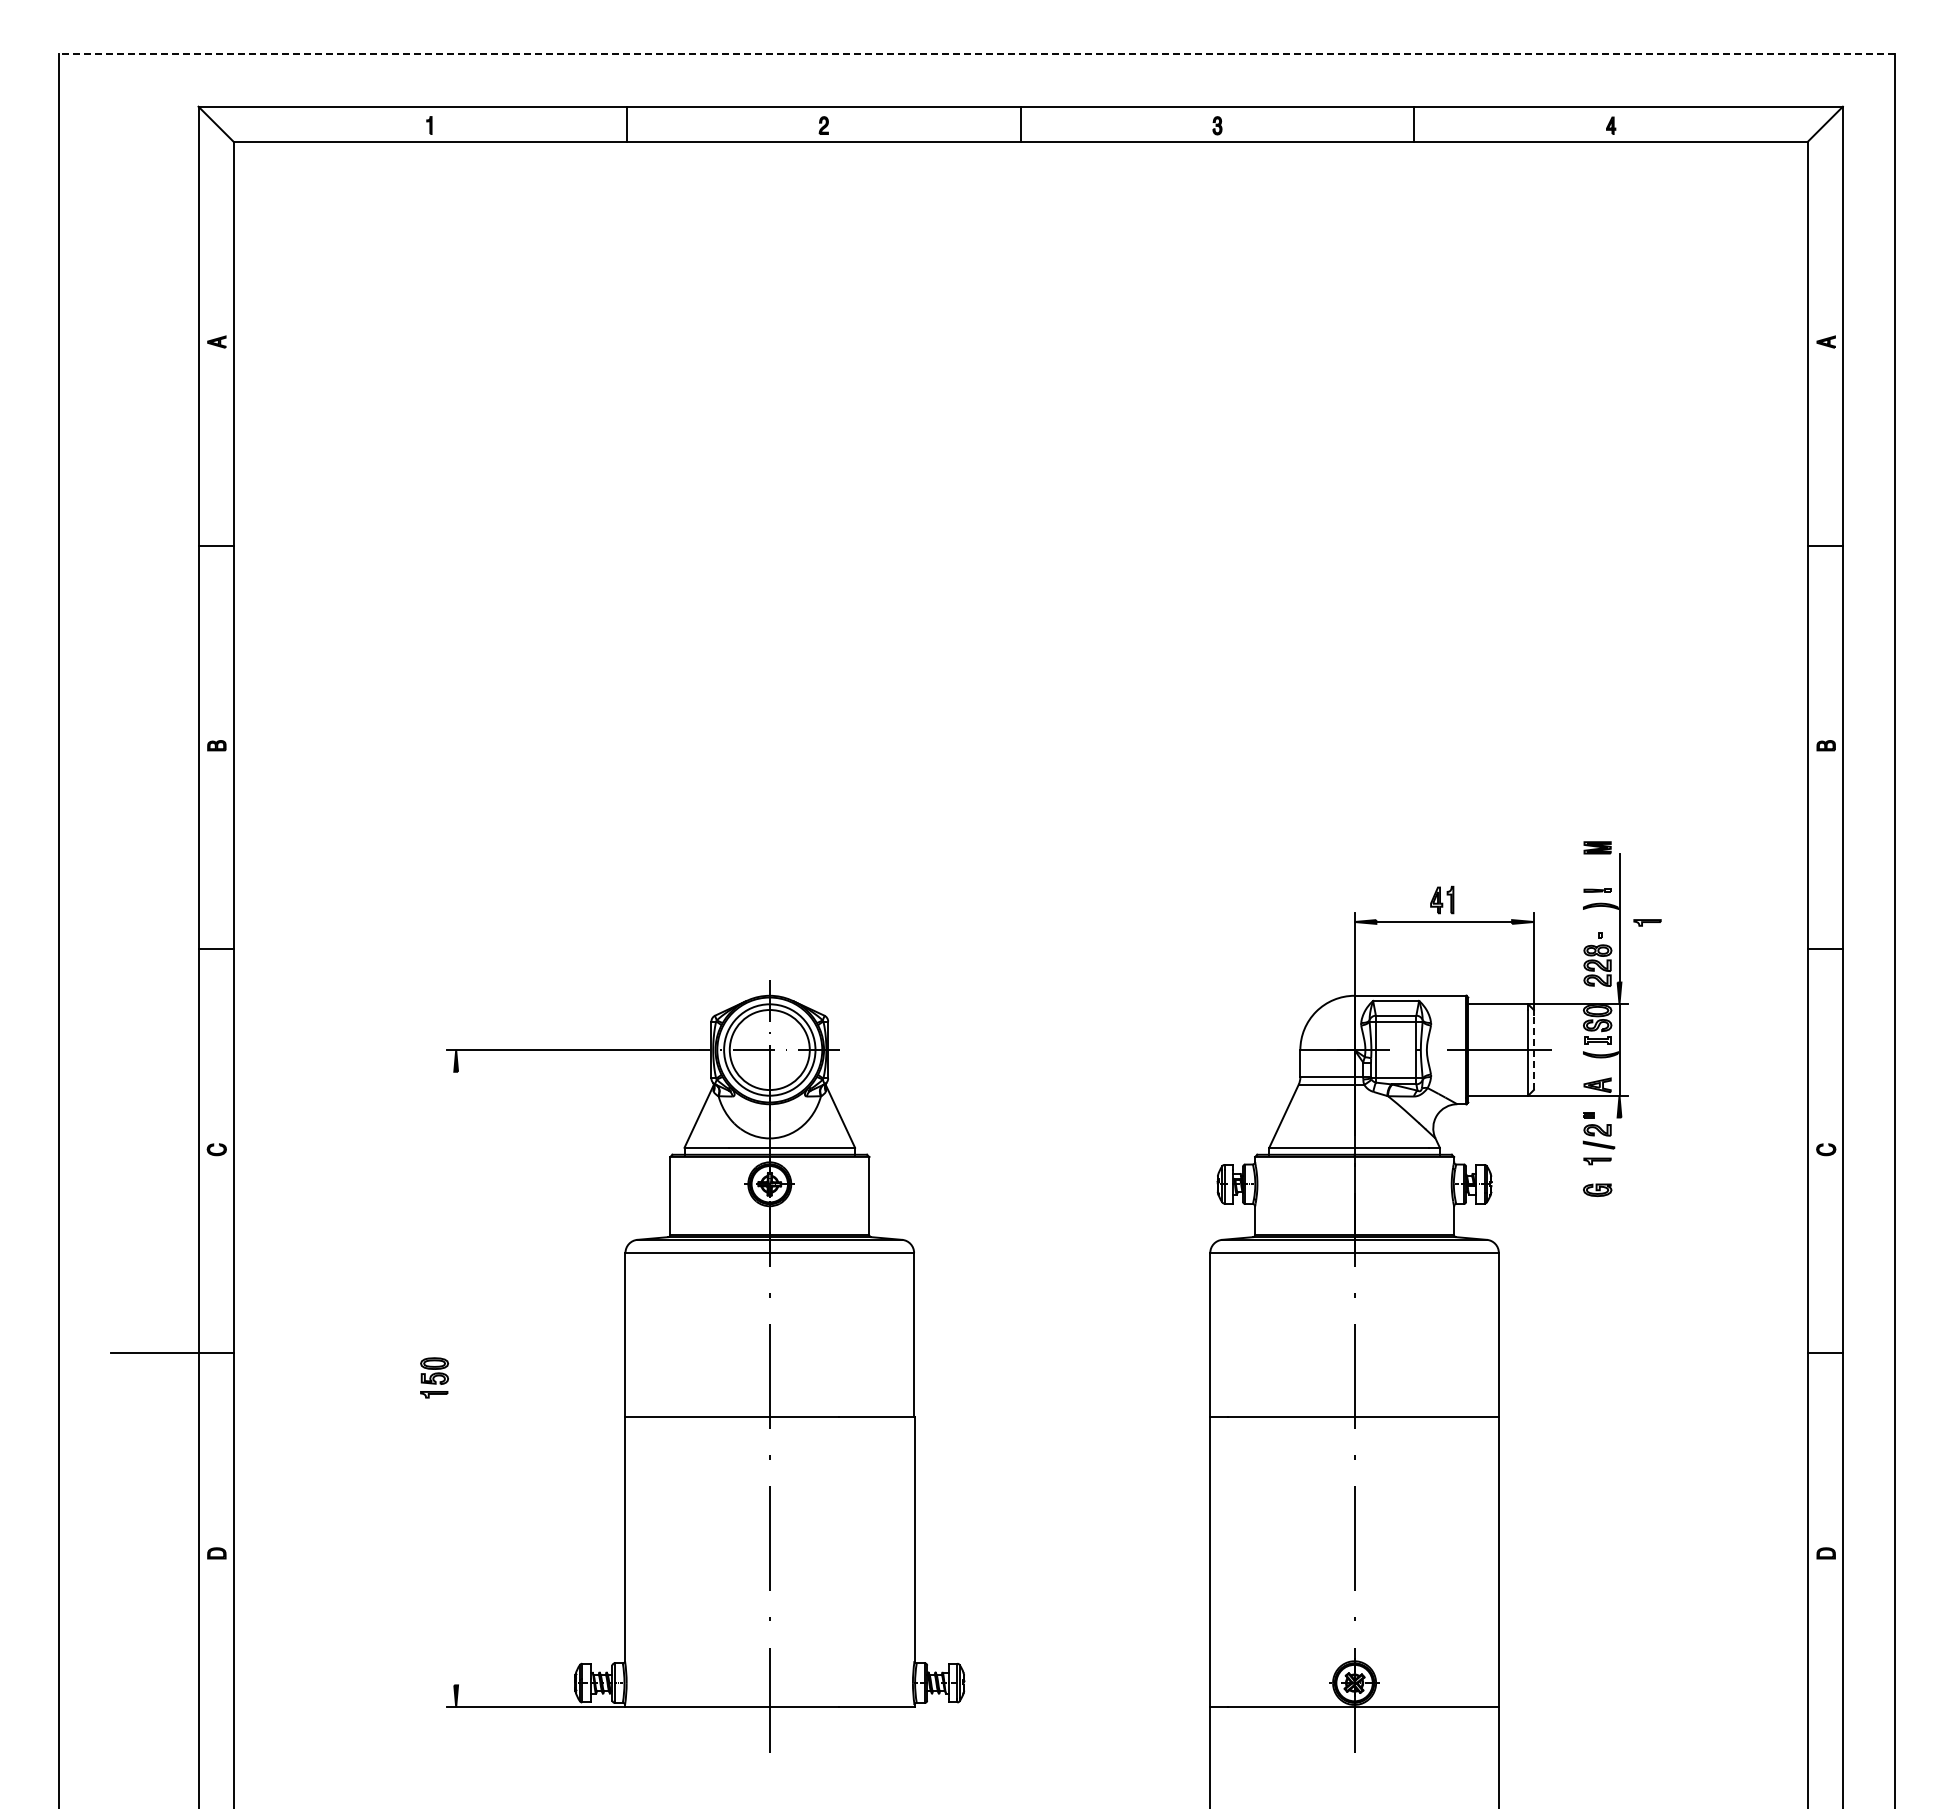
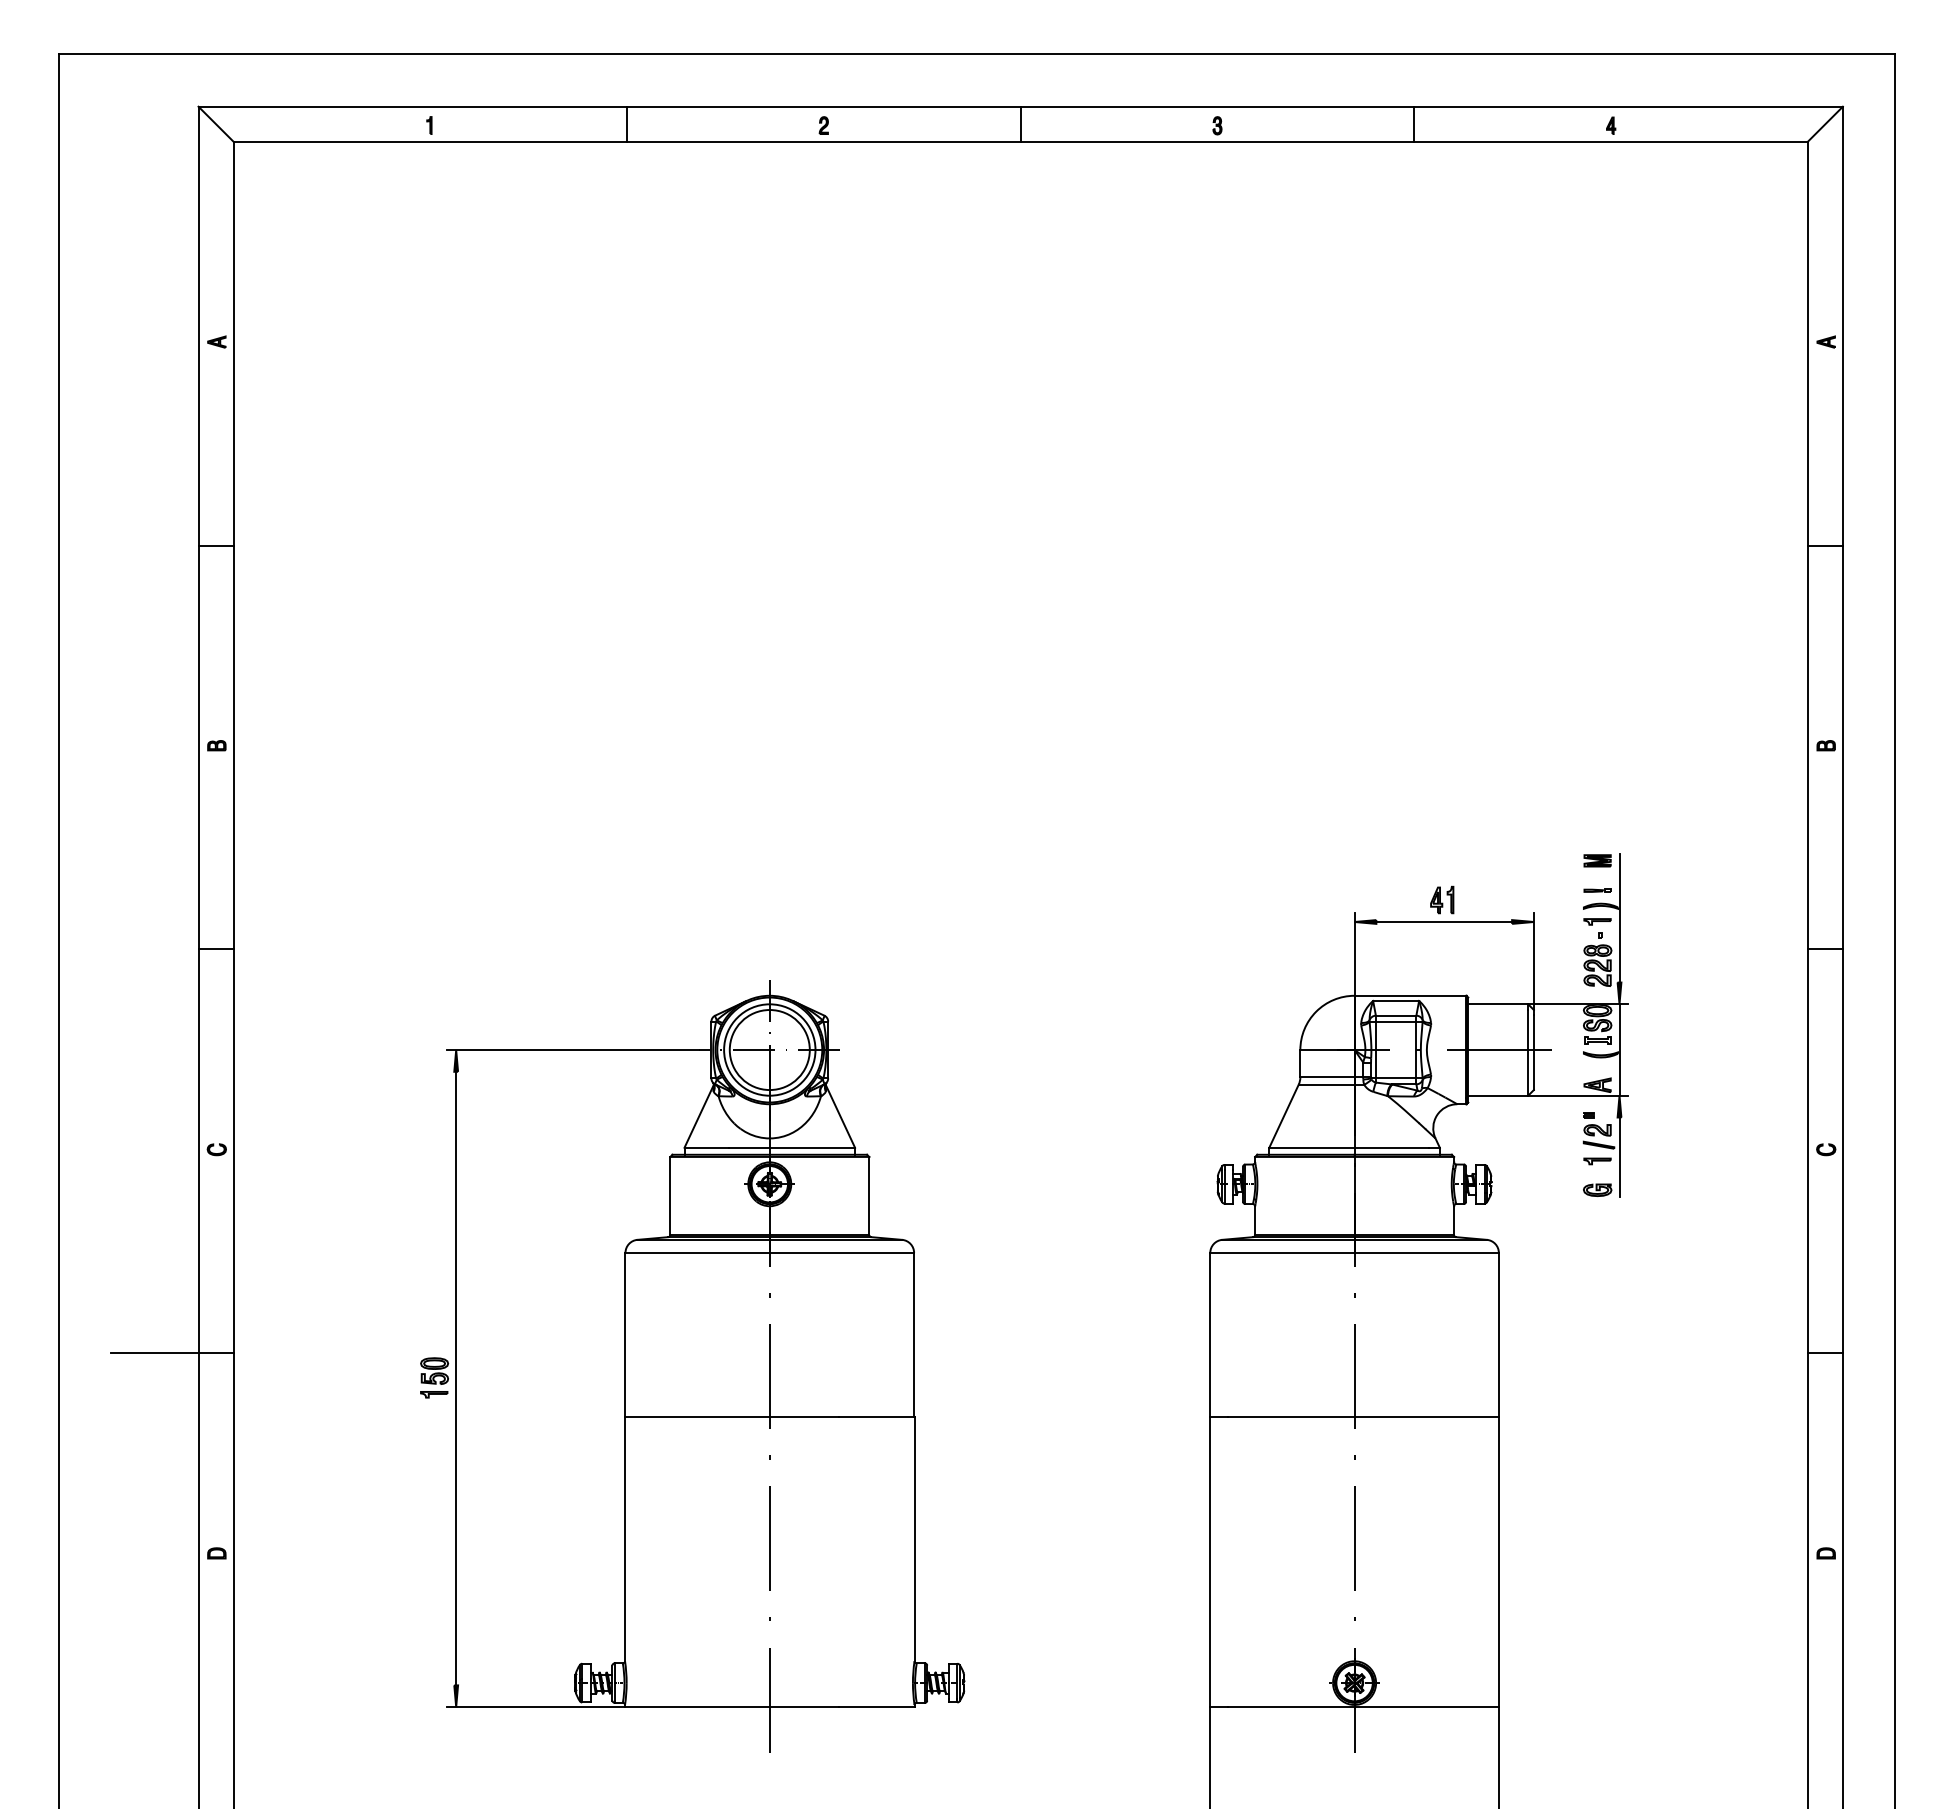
line at (976, 54): dashed -> solid
part at (1597, 847) position: (1597, 847) -> (1597, 860)
part at (1647, 922) position: (1647, 922) -> (1597, 921)
line at (1533, 1052): dashed -> solid
line at (1619, 1157): none -> present
line at (456, 1378): none -> present
